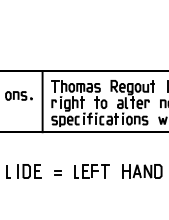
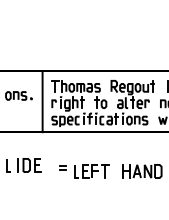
part at (23, 171) position: (23, 171) -> (23, 165)
part at (57, 172) position: (57, 172) -> (62, 167)
